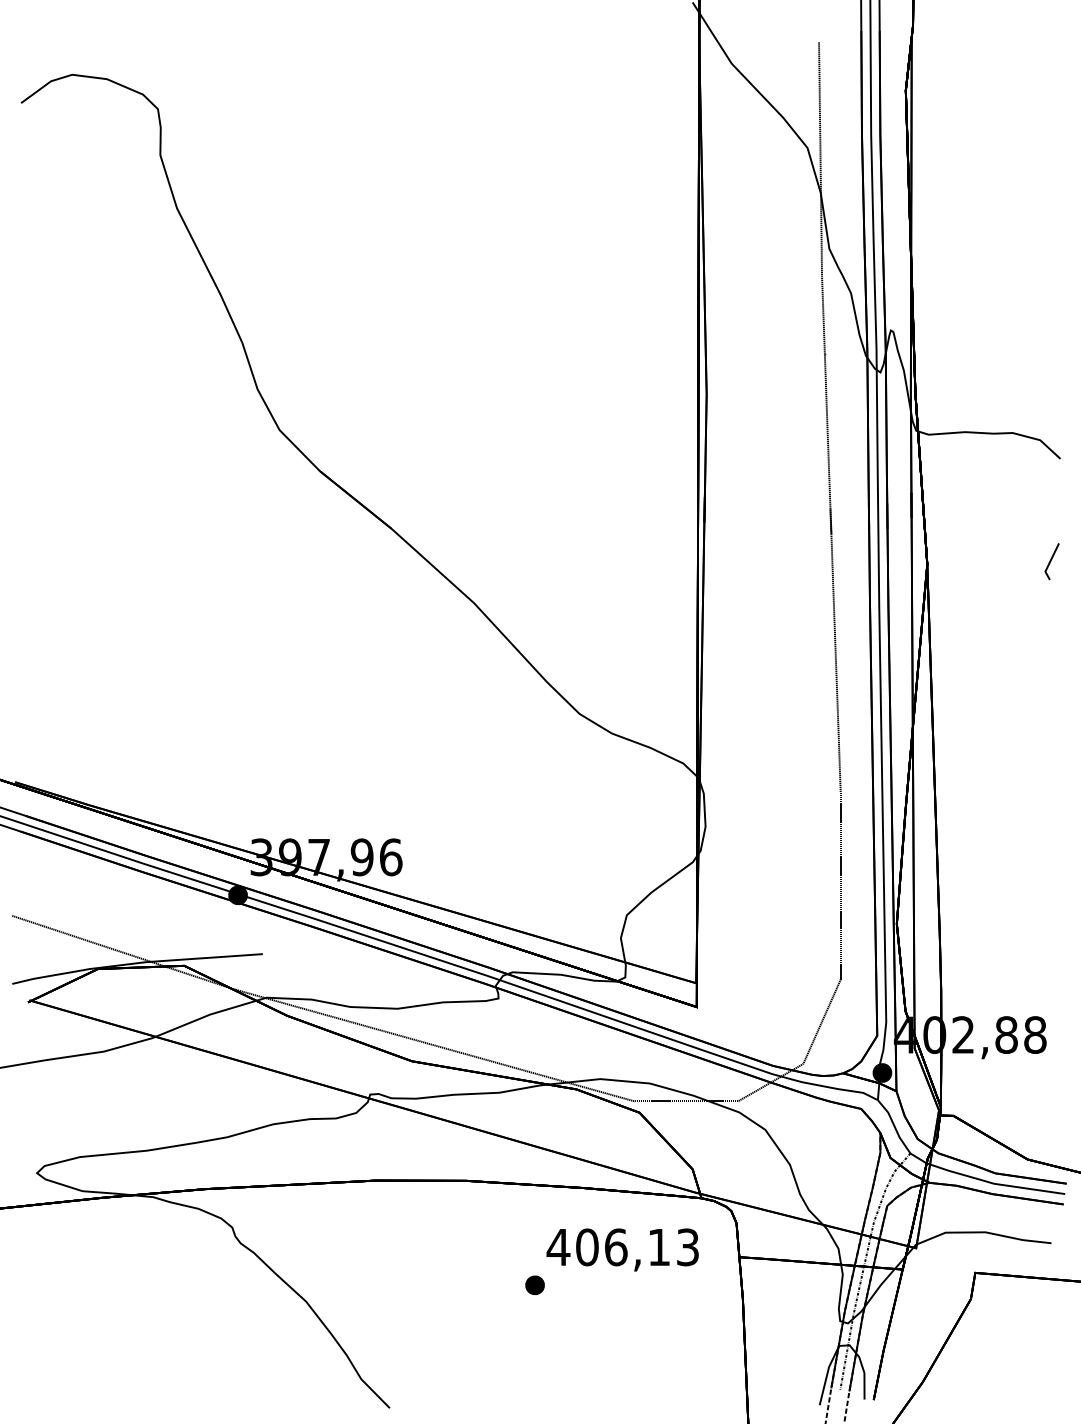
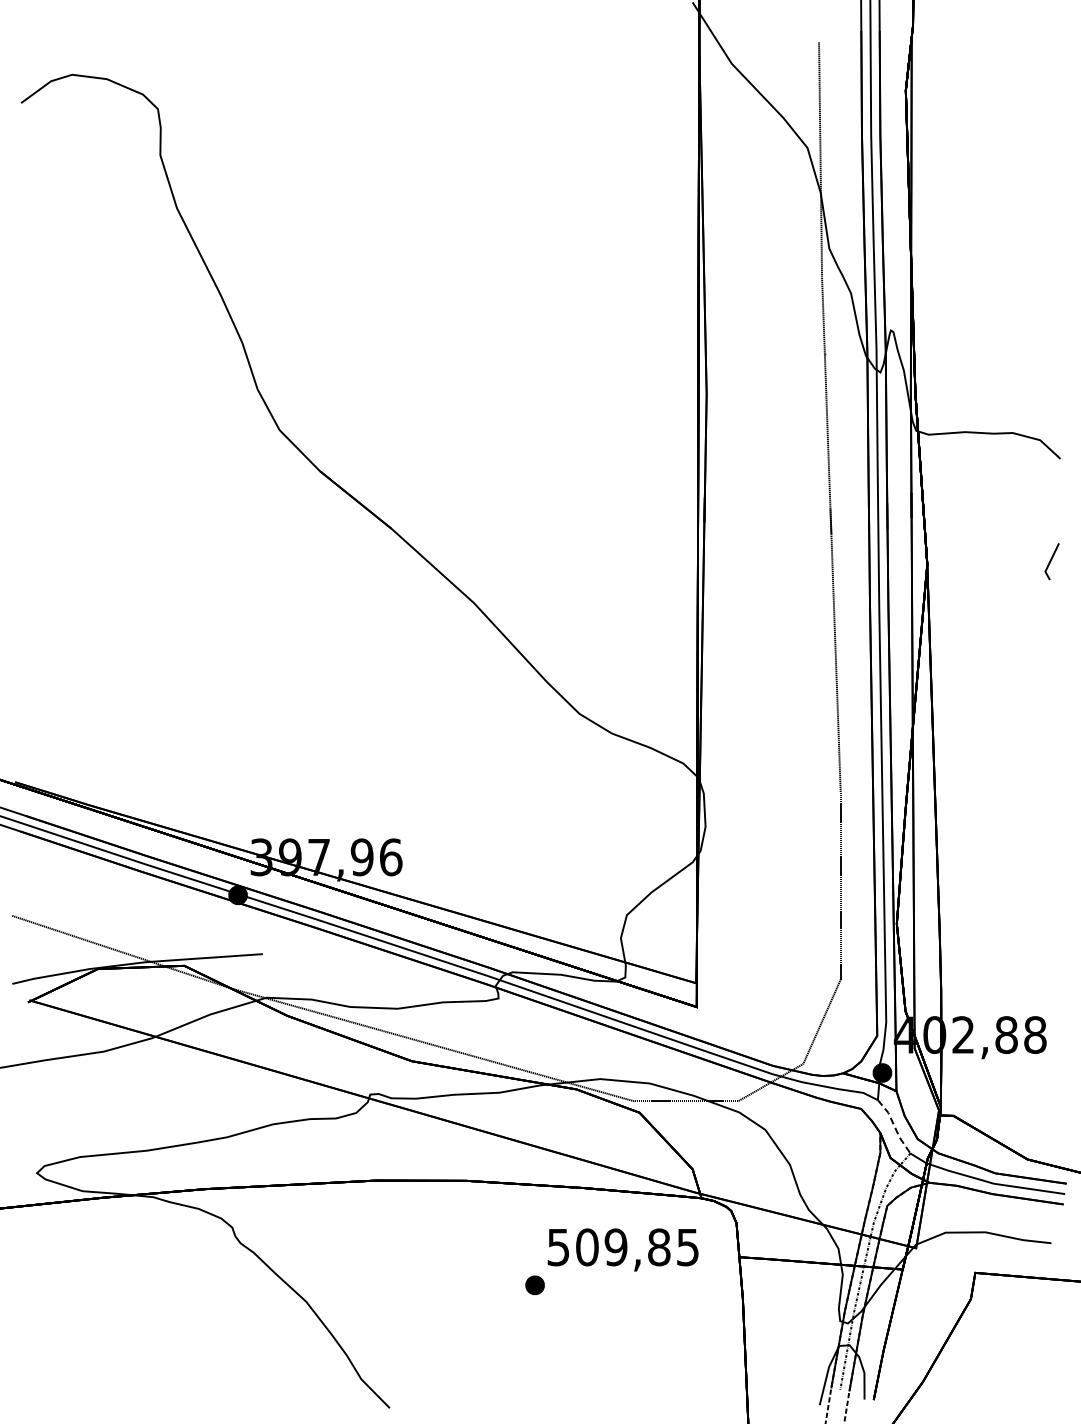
line at (894, 1126): solid -> dashed
text at (622, 1247): 406,13 -> 509,85
